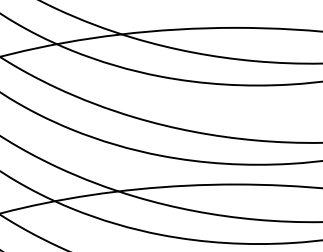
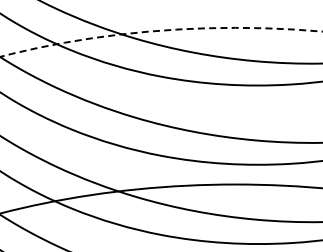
circle at (161, 41): solid -> dashed
